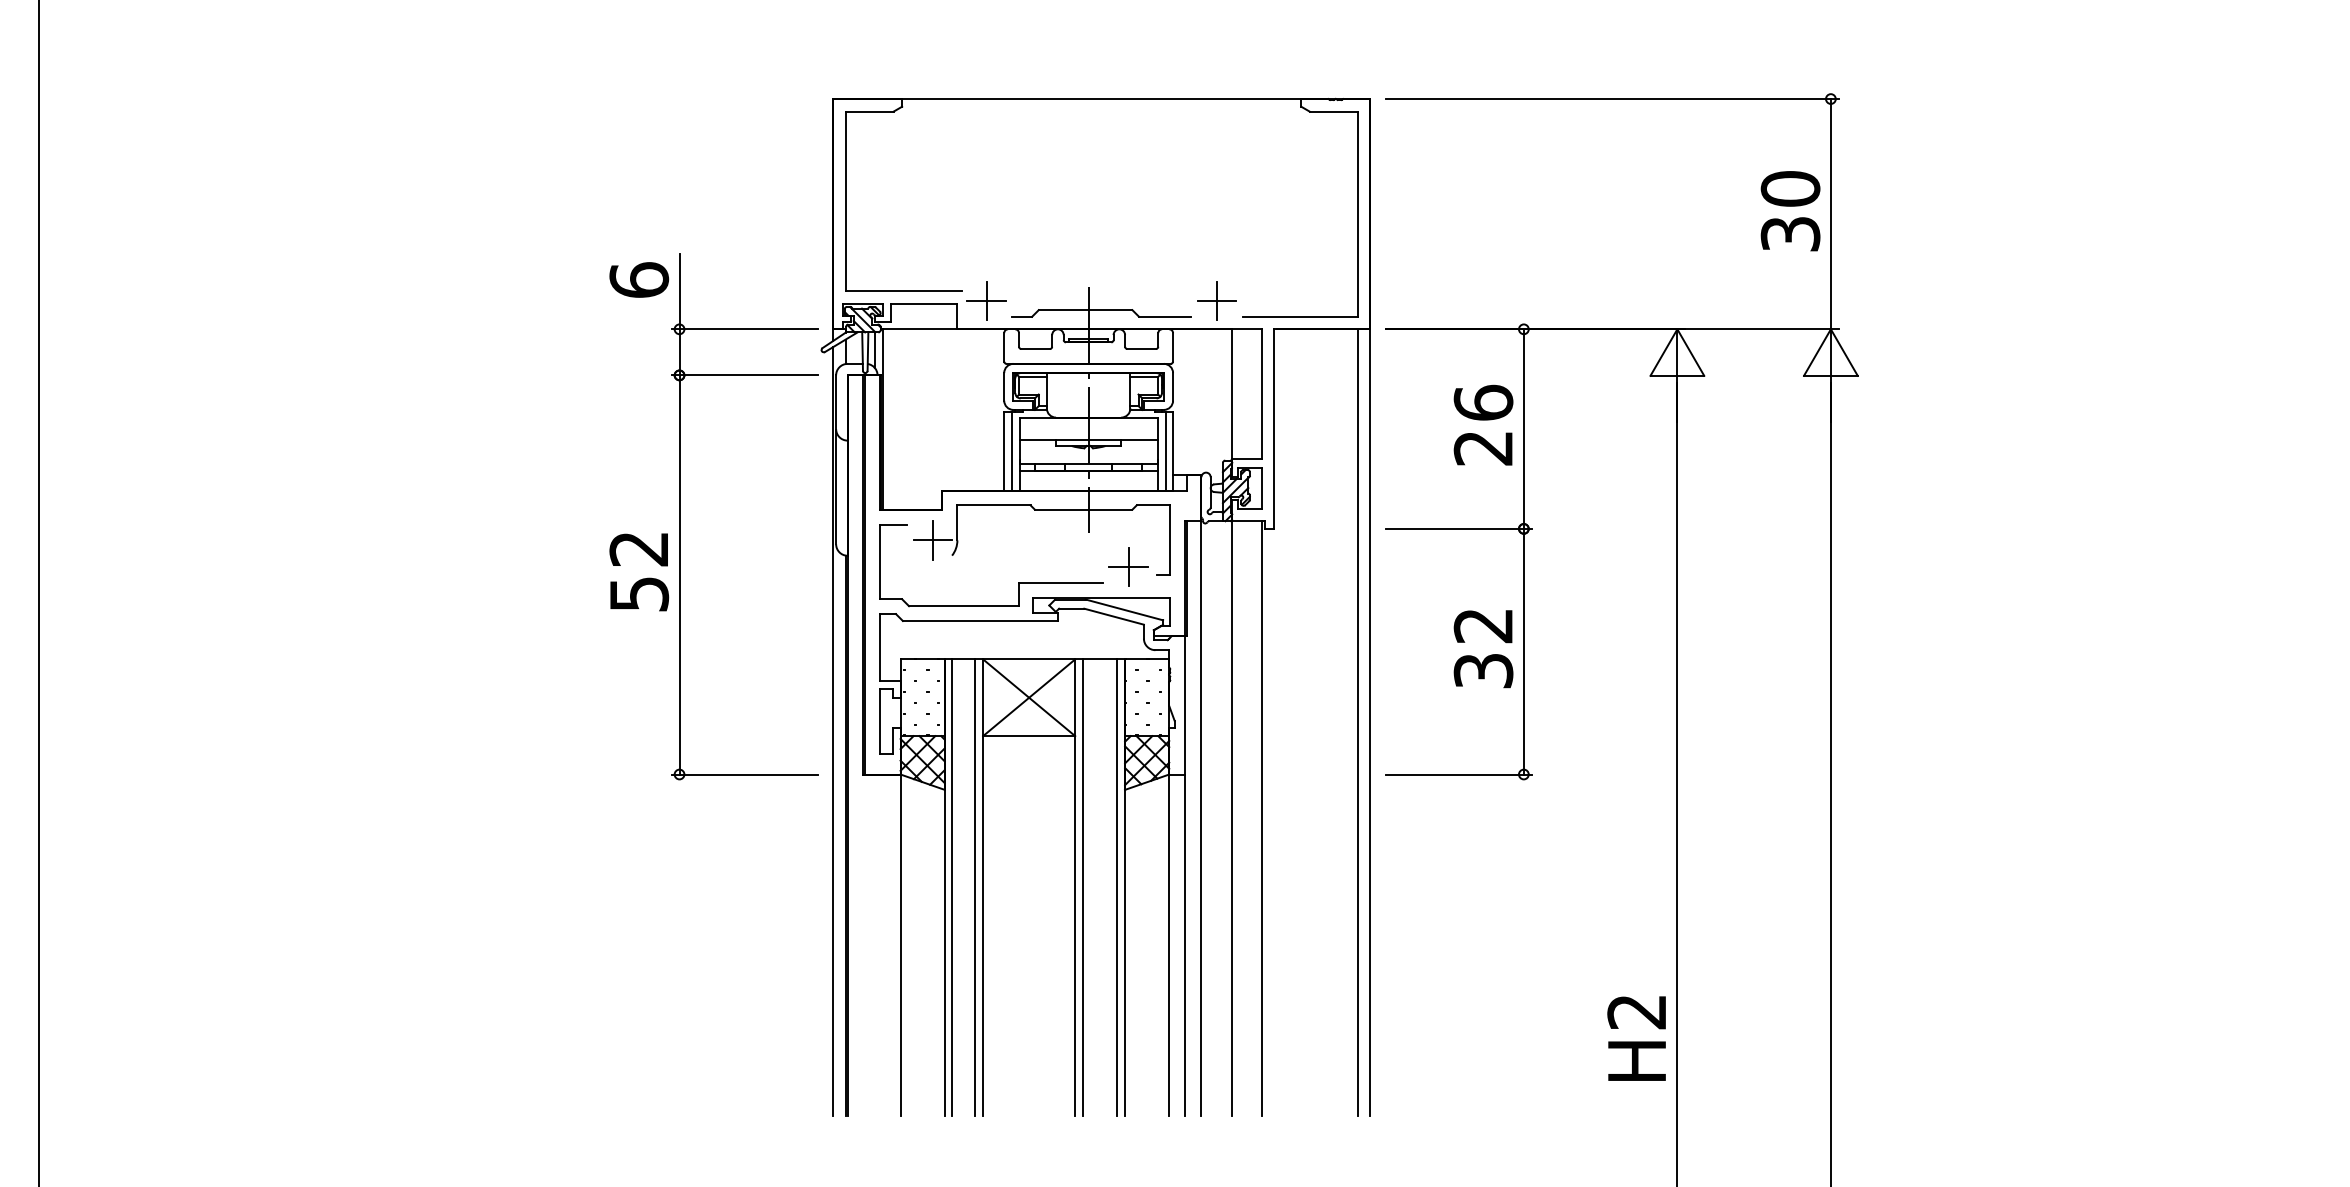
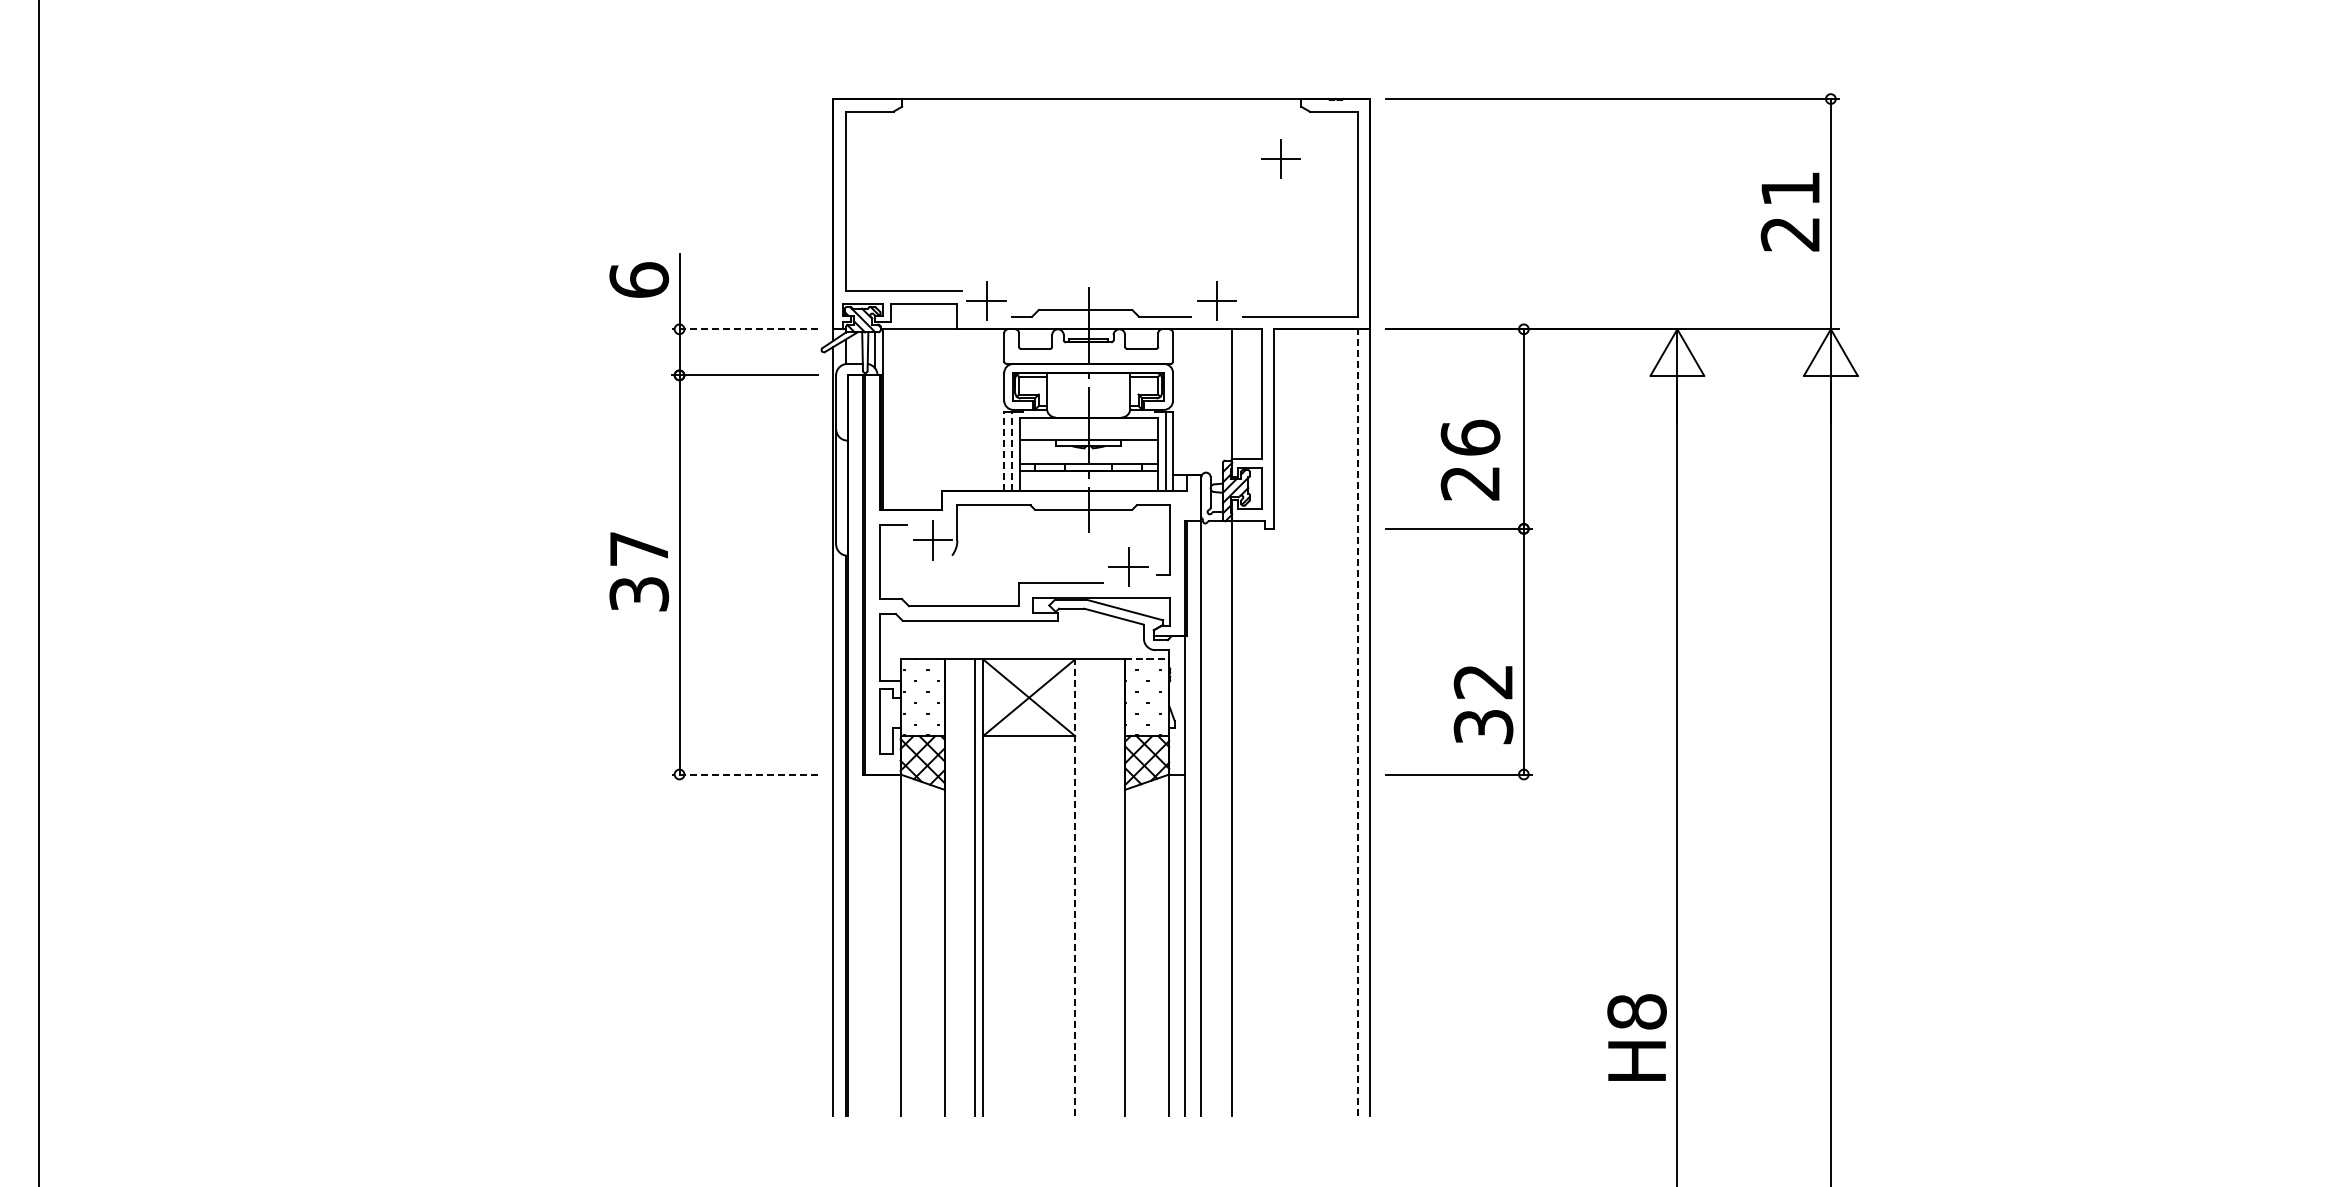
part at (1280, 158): none -> present
text at (1790, 211): 30 -> 21
line at (744, 329): solid -> dashed
text at (1483, 424) position: (1483, 424) -> (1470, 459)
line at (1004, 450): solid -> dashed
line at (1011, 450): solid -> dashed
text at (638, 571): 52 -> 37
text at (1483, 649) position: (1483, 649) -> (1483, 705)
line at (1147, 659): solid -> dashed
line at (1357, 722): solid -> dashed
line at (744, 774): solid -> dashed
line at (1262, 818): present -> none
line at (952, 887): present -> none
line at (1075, 887): solid -> dashed
line at (1082, 887): present -> none
line at (1117, 887): present -> none
text at (1636, 1011): H2 -> H8
